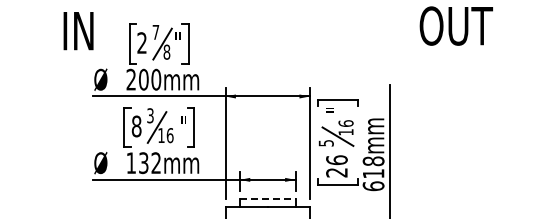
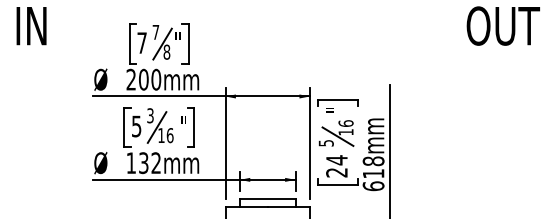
text at (455, 25) position: (455, 25) -> (502, 25)
text at (78, 31) position: (78, 31) -> (31, 26)
text at (141, 42): 2 -> 7
text at (136, 126): 8 -> 5
text at (336, 160): 26 -> 24
line at (267, 199): dashed -> solid
